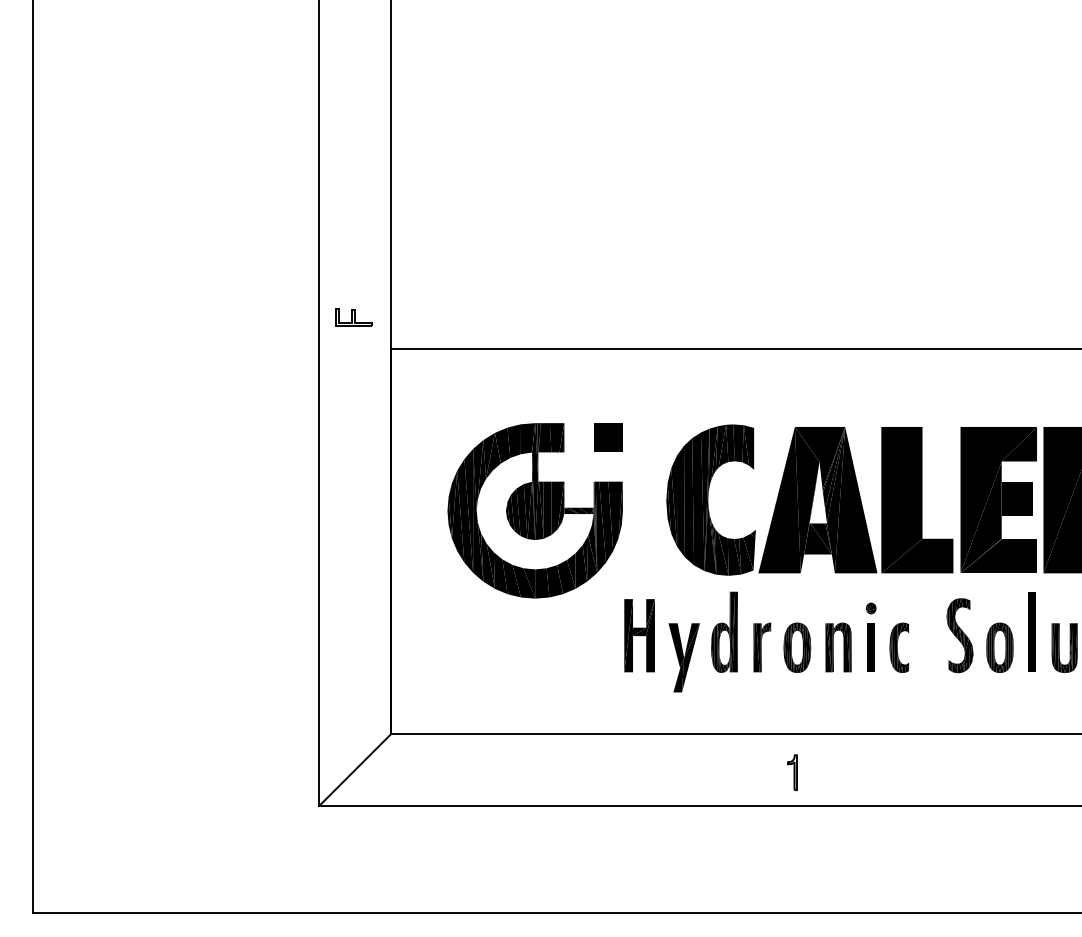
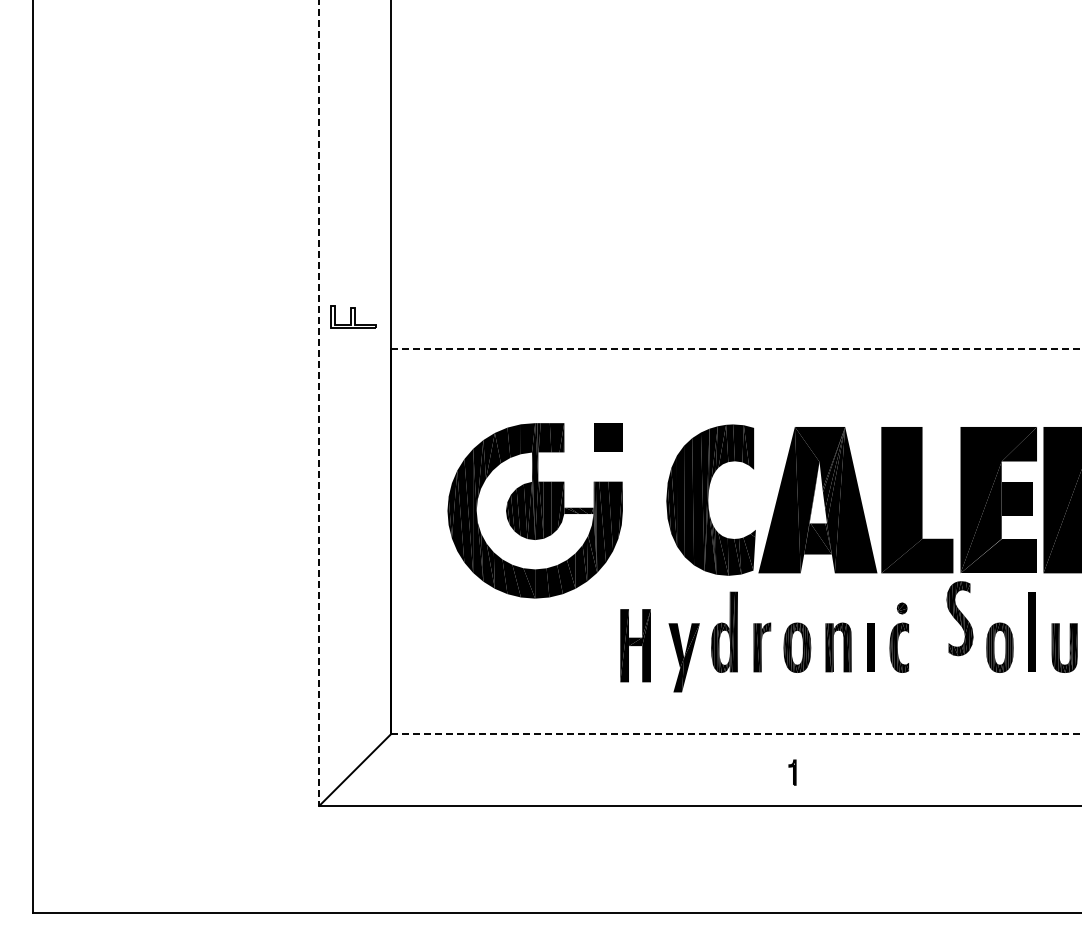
part at (353, 317) size: 38x19 px -> 47x24 px
line at (736, 348): solid -> dashed
line at (319, 403): solid -> dashed
part at (870, 608) position: (870, 608) -> (901, 608)
part at (639, 635) position: (639, 635) -> (635, 645)
part at (959, 635) position: (959, 635) -> (959, 618)
line at (736, 734): solid -> dashed
part at (792, 772) size: 11x37 px -> 9x27 px
